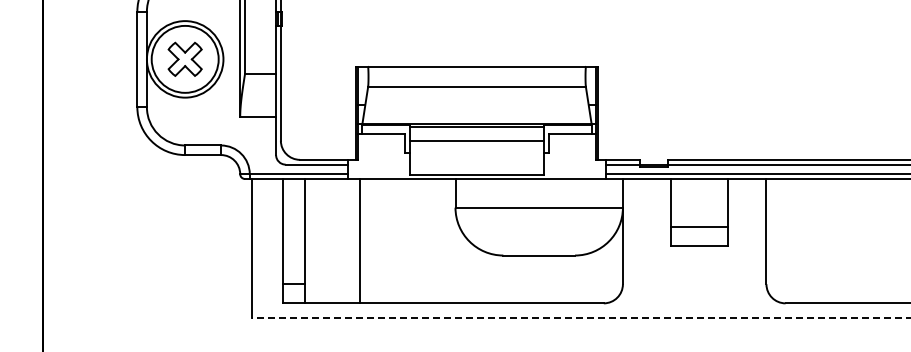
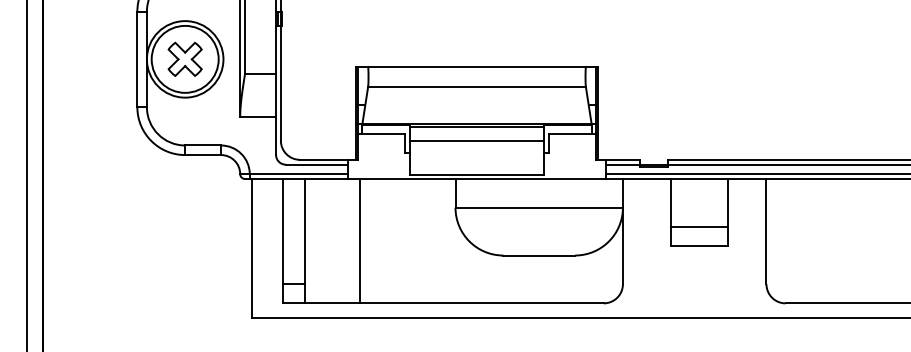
line at (27, 175): none -> present
line at (581, 317): dashed -> solid
